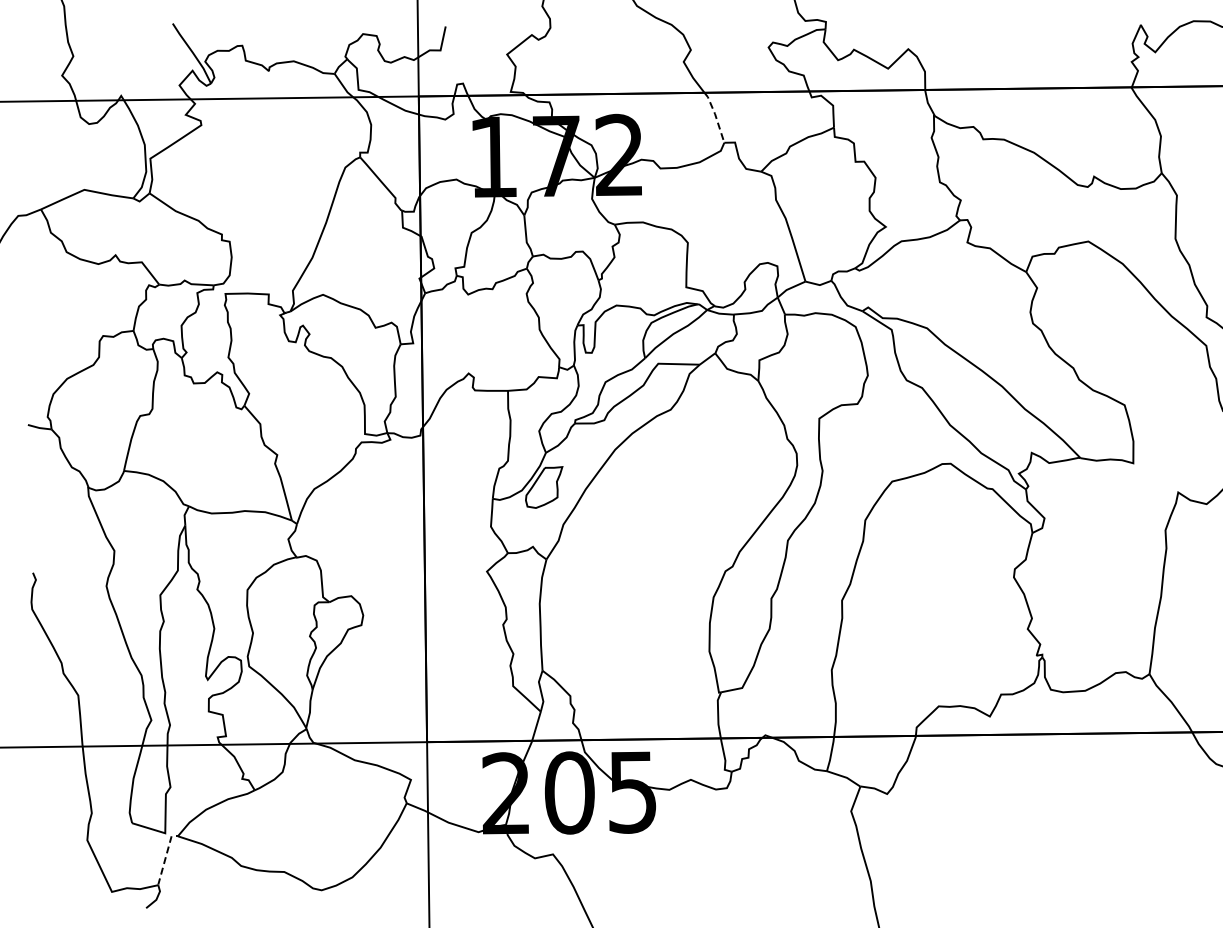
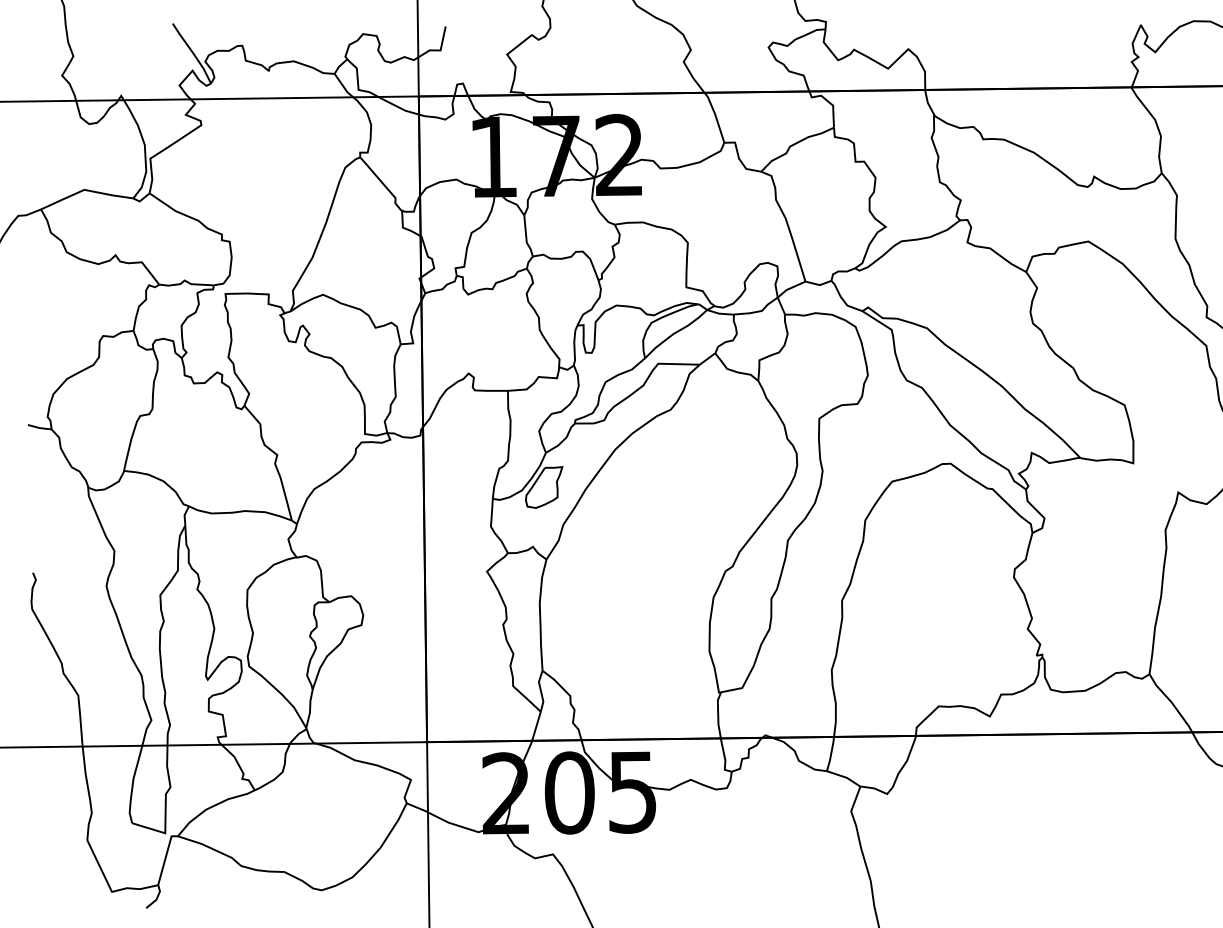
line at (715, 115): dashed -> solid
line at (165, 857): dashed -> solid
